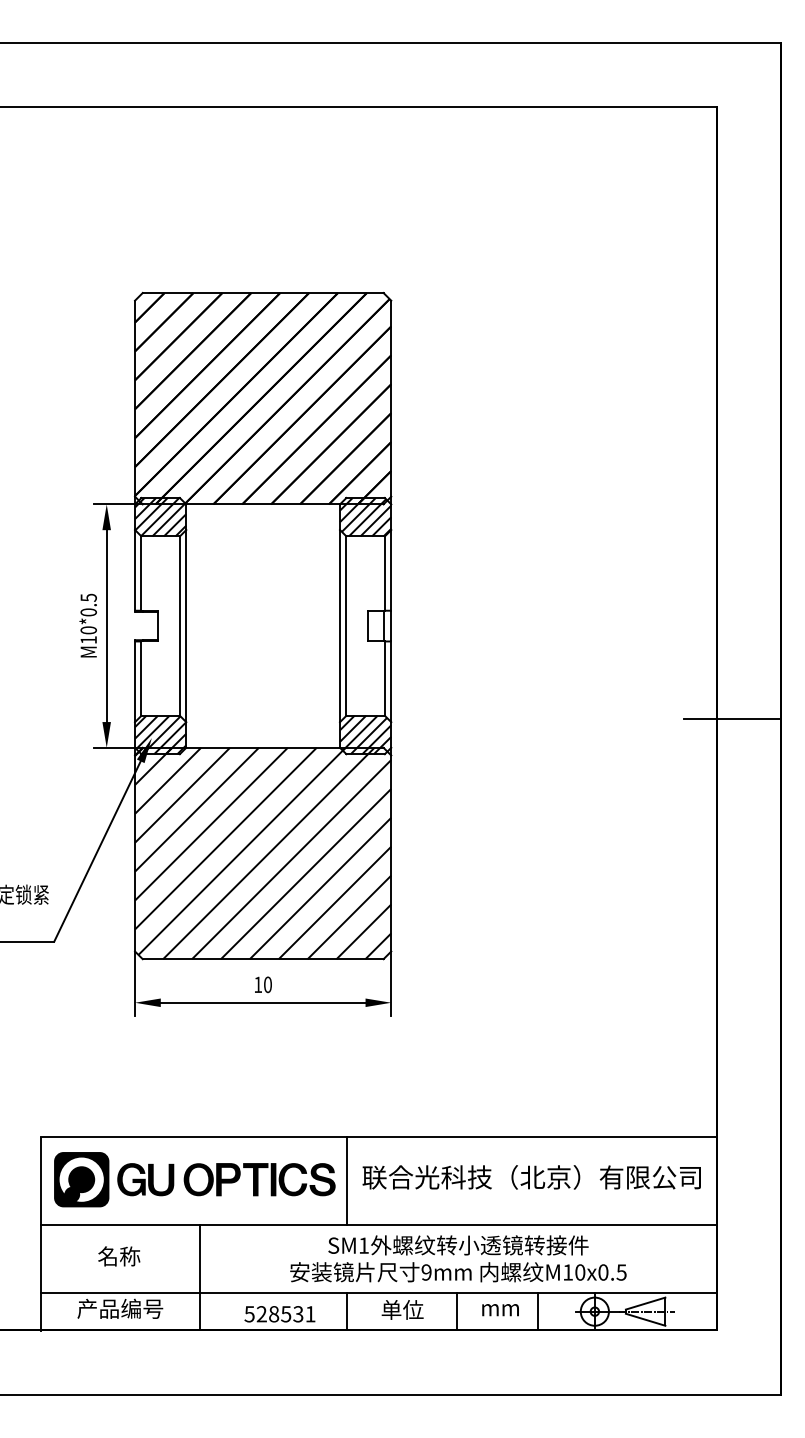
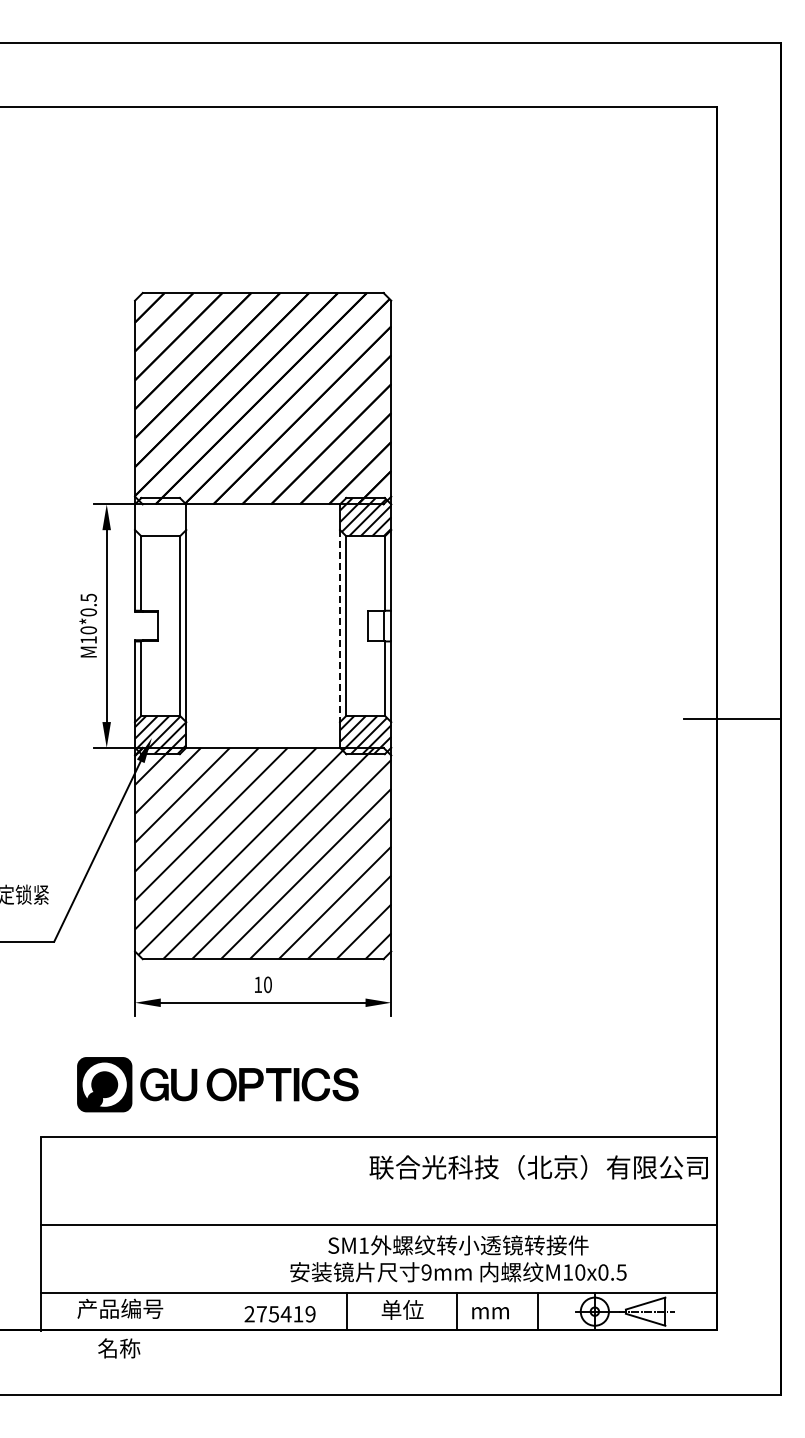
hatch at (160, 516): present -> none
line at (340, 626): solid -> dashed
text at (531, 1177) position: (531, 1177) -> (538, 1167)
part at (194, 1179) position: (194, 1179) -> (217, 1084)
line at (347, 1180): present -> none
text at (119, 1256) position: (119, 1256) -> (119, 1348)
line at (200, 1277): present -> none
text at (500, 1310) position: (500, 1310) -> (490, 1313)
text at (279, 1314): 528531 -> 275419
